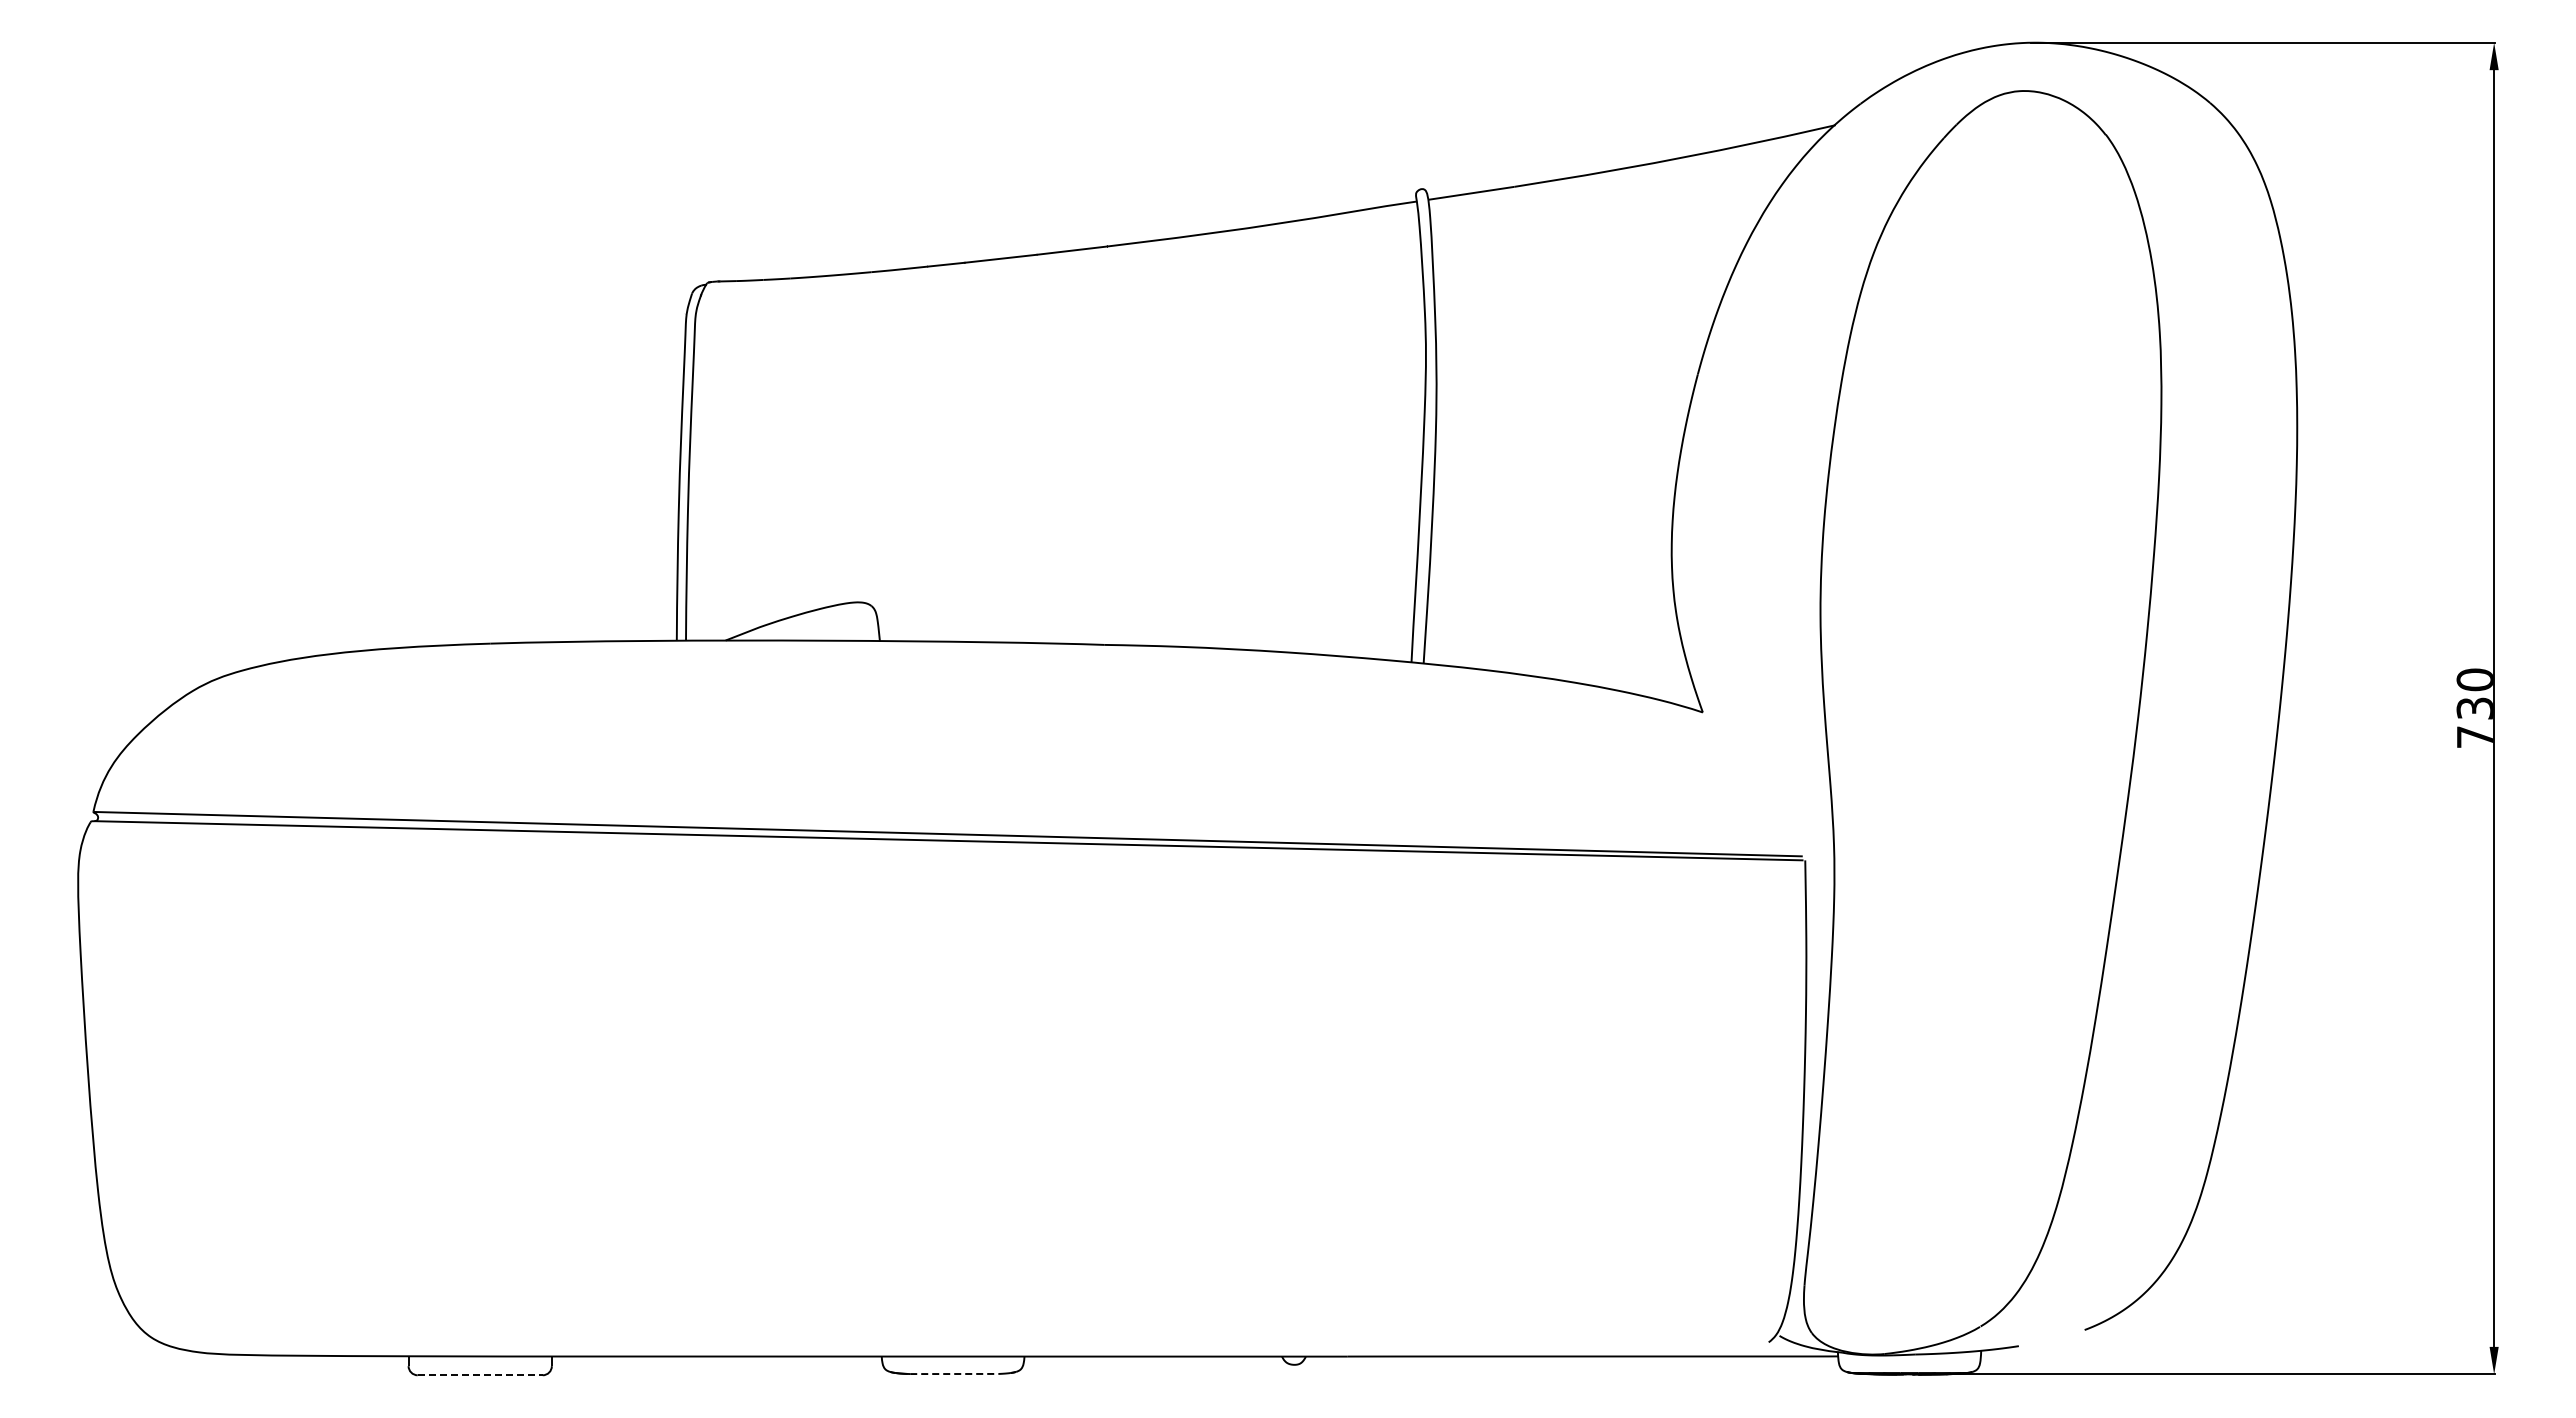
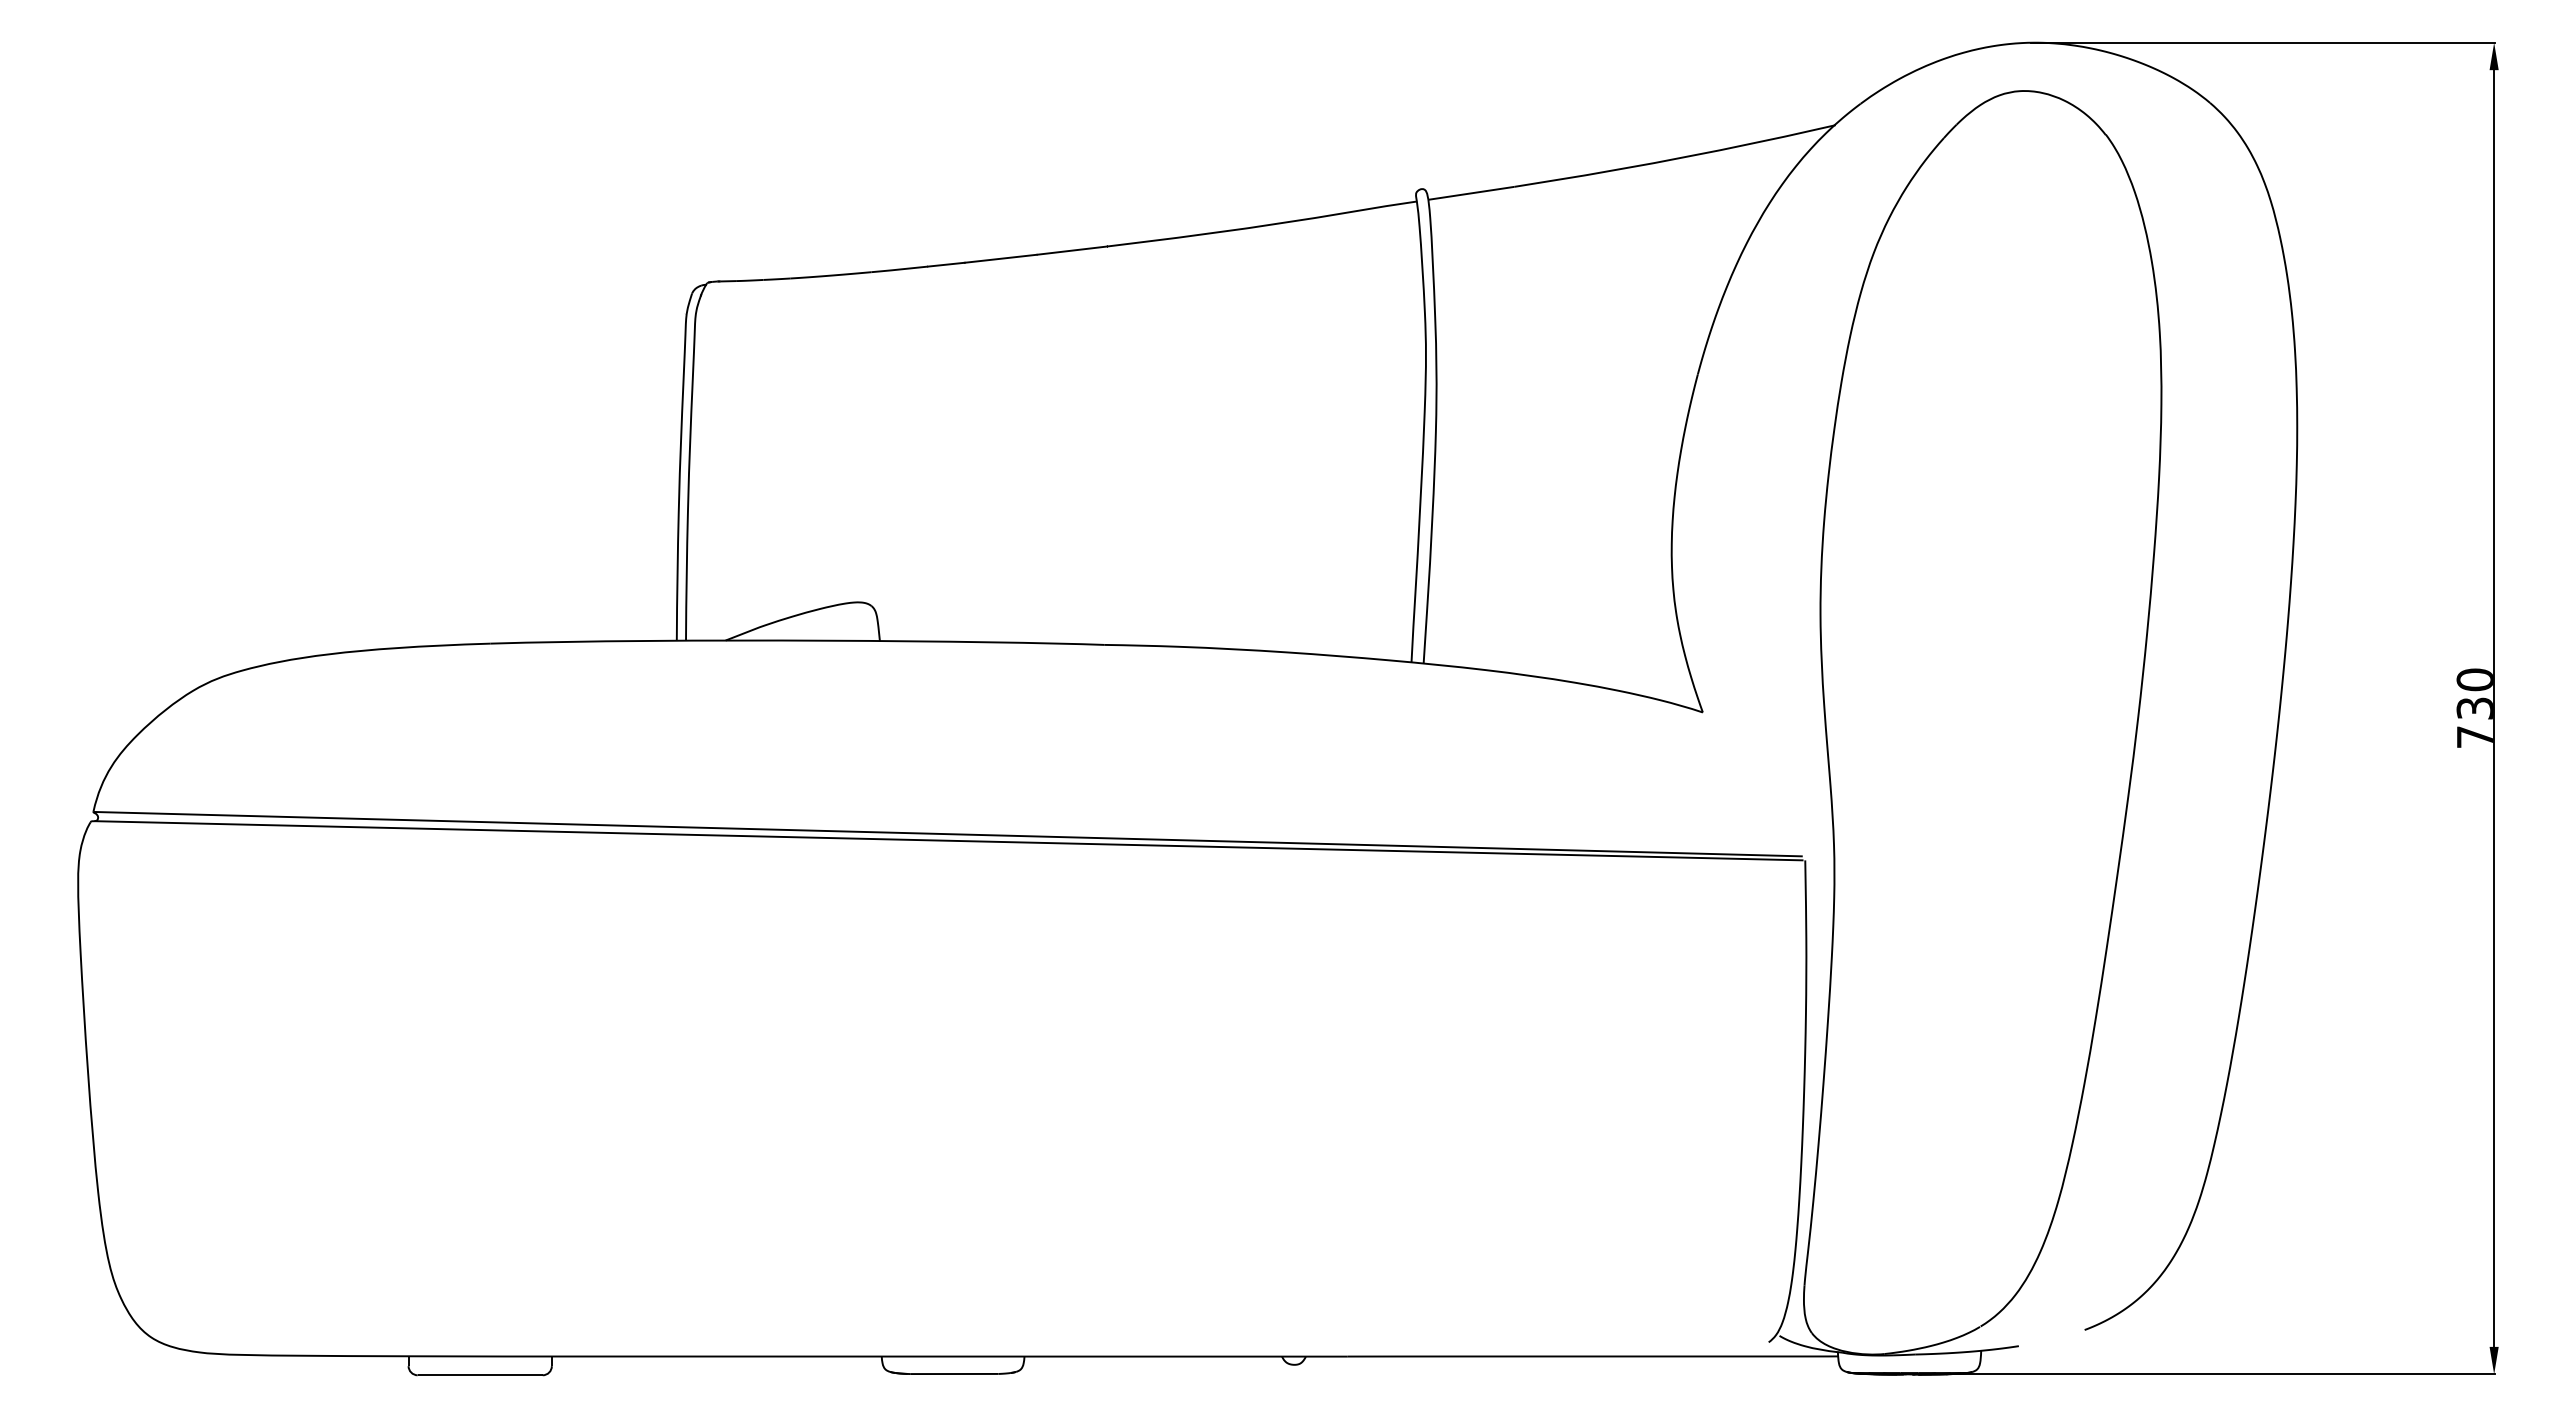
line at (954, 1374): dashed -> solid
line at (480, 1375): dashed -> solid
